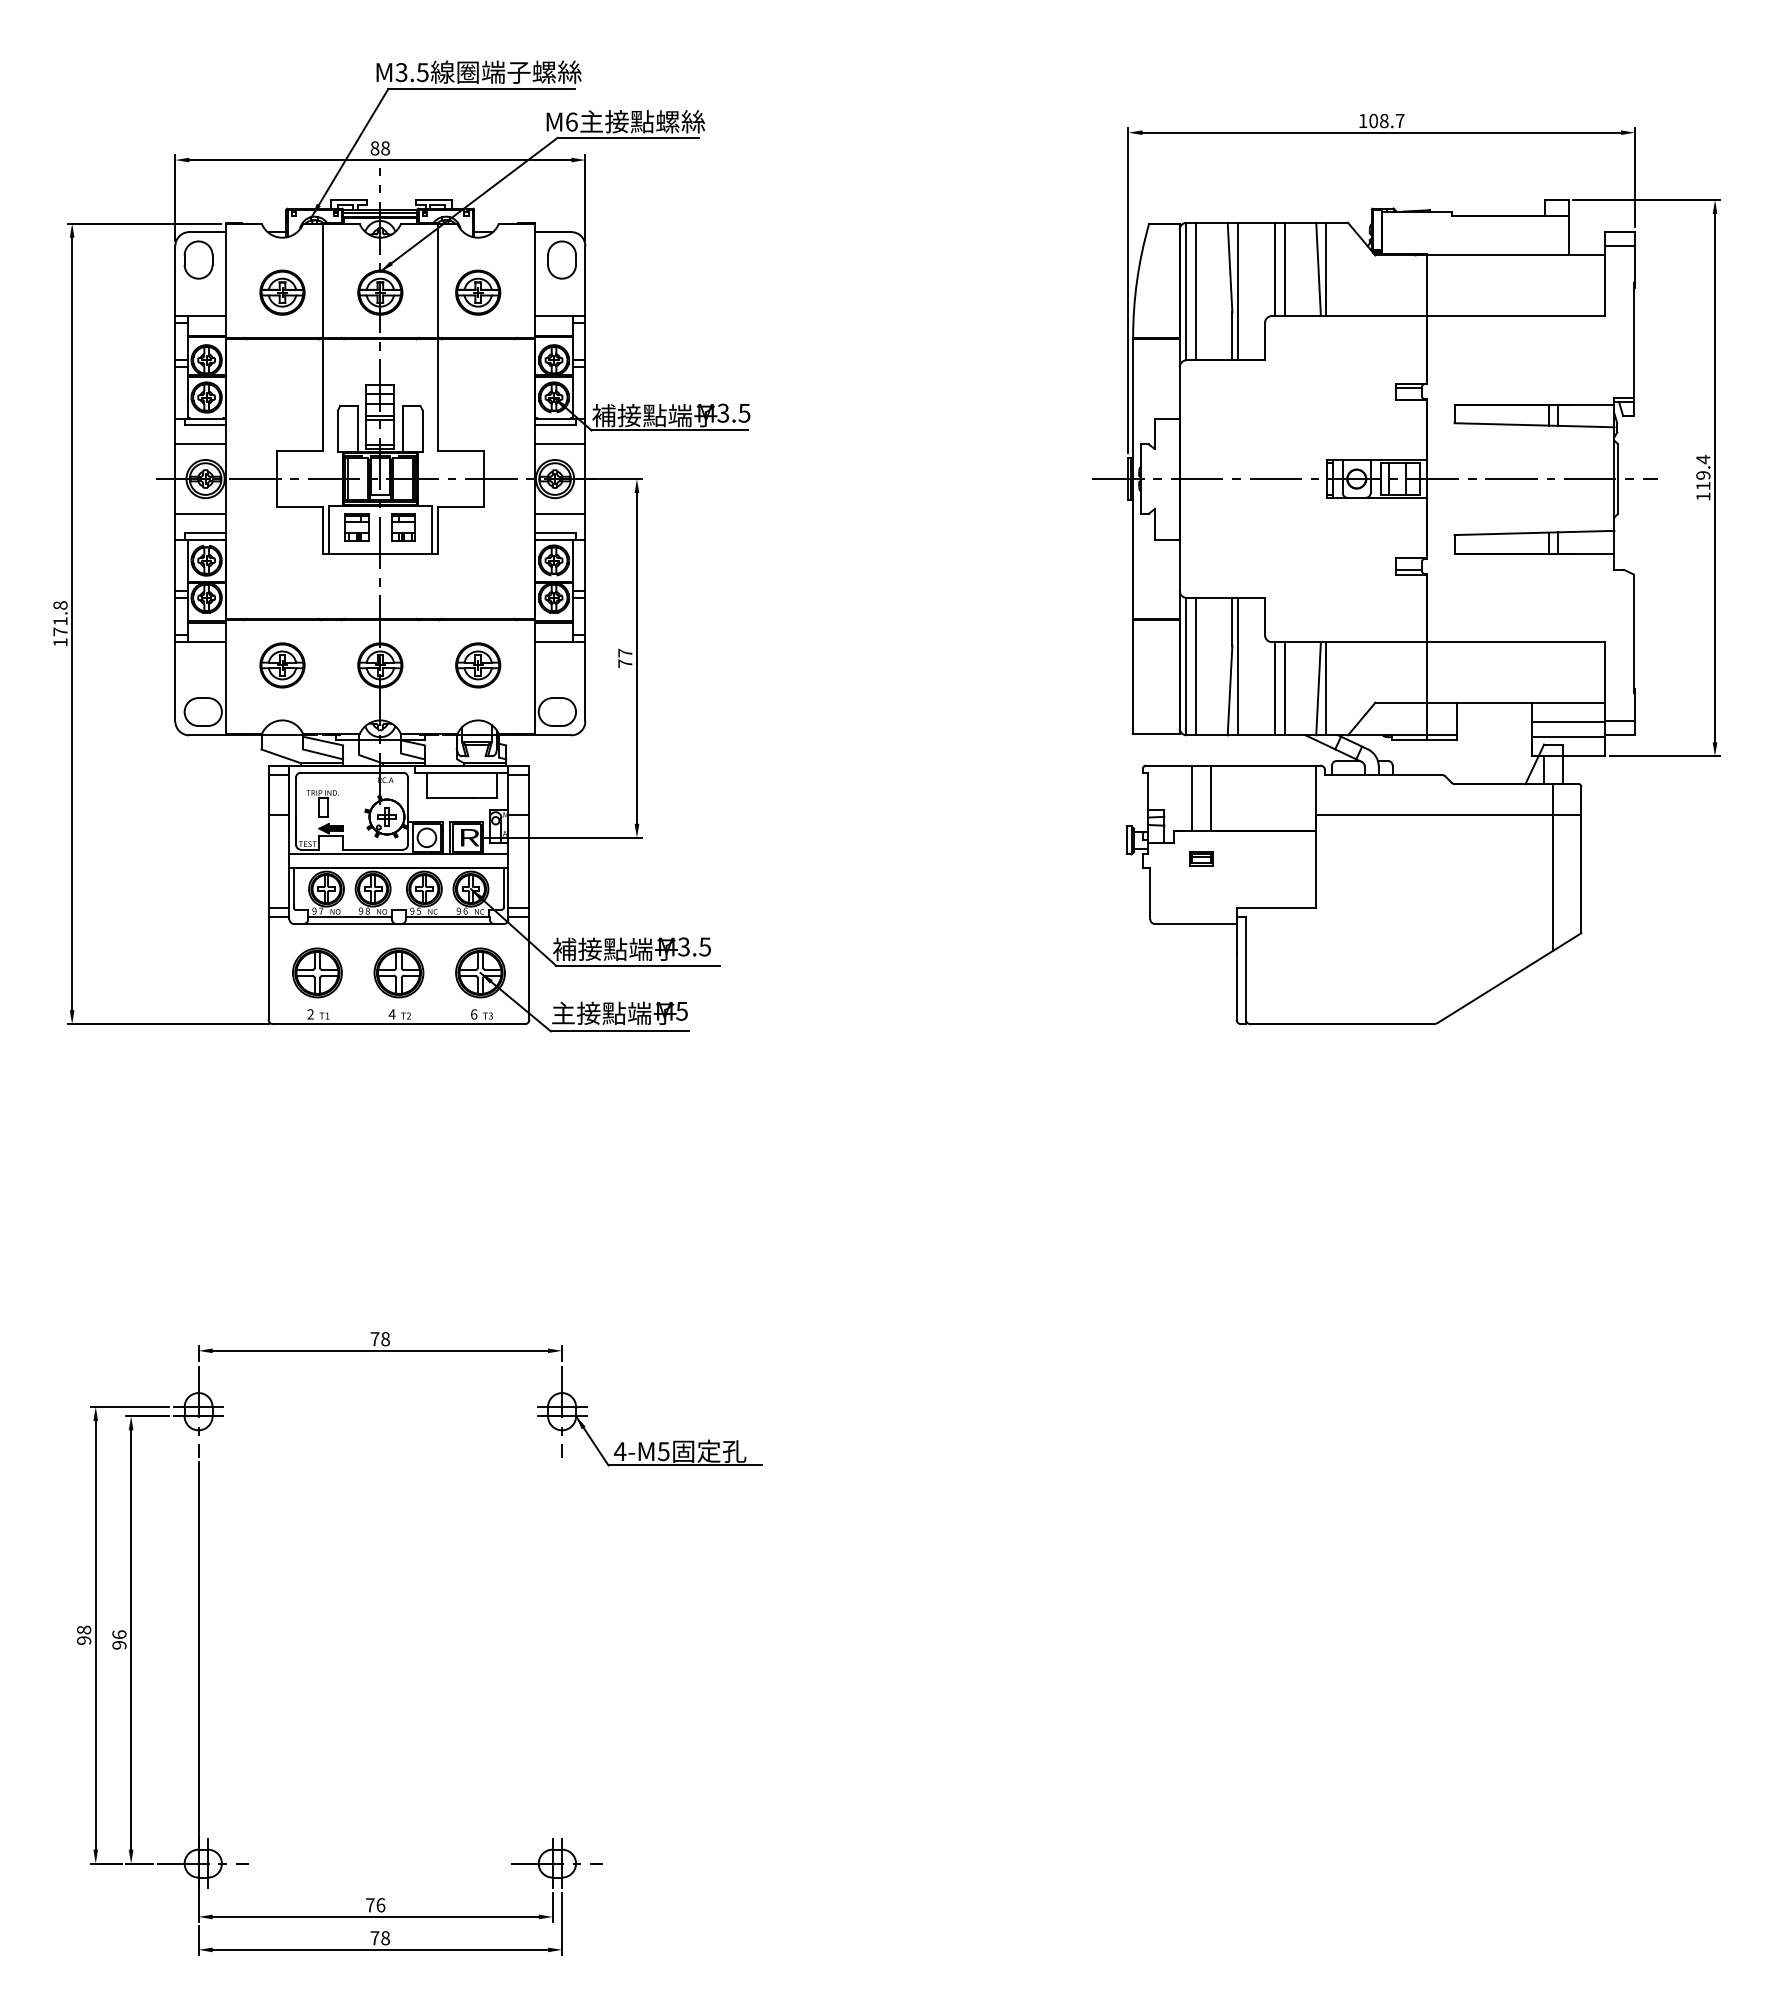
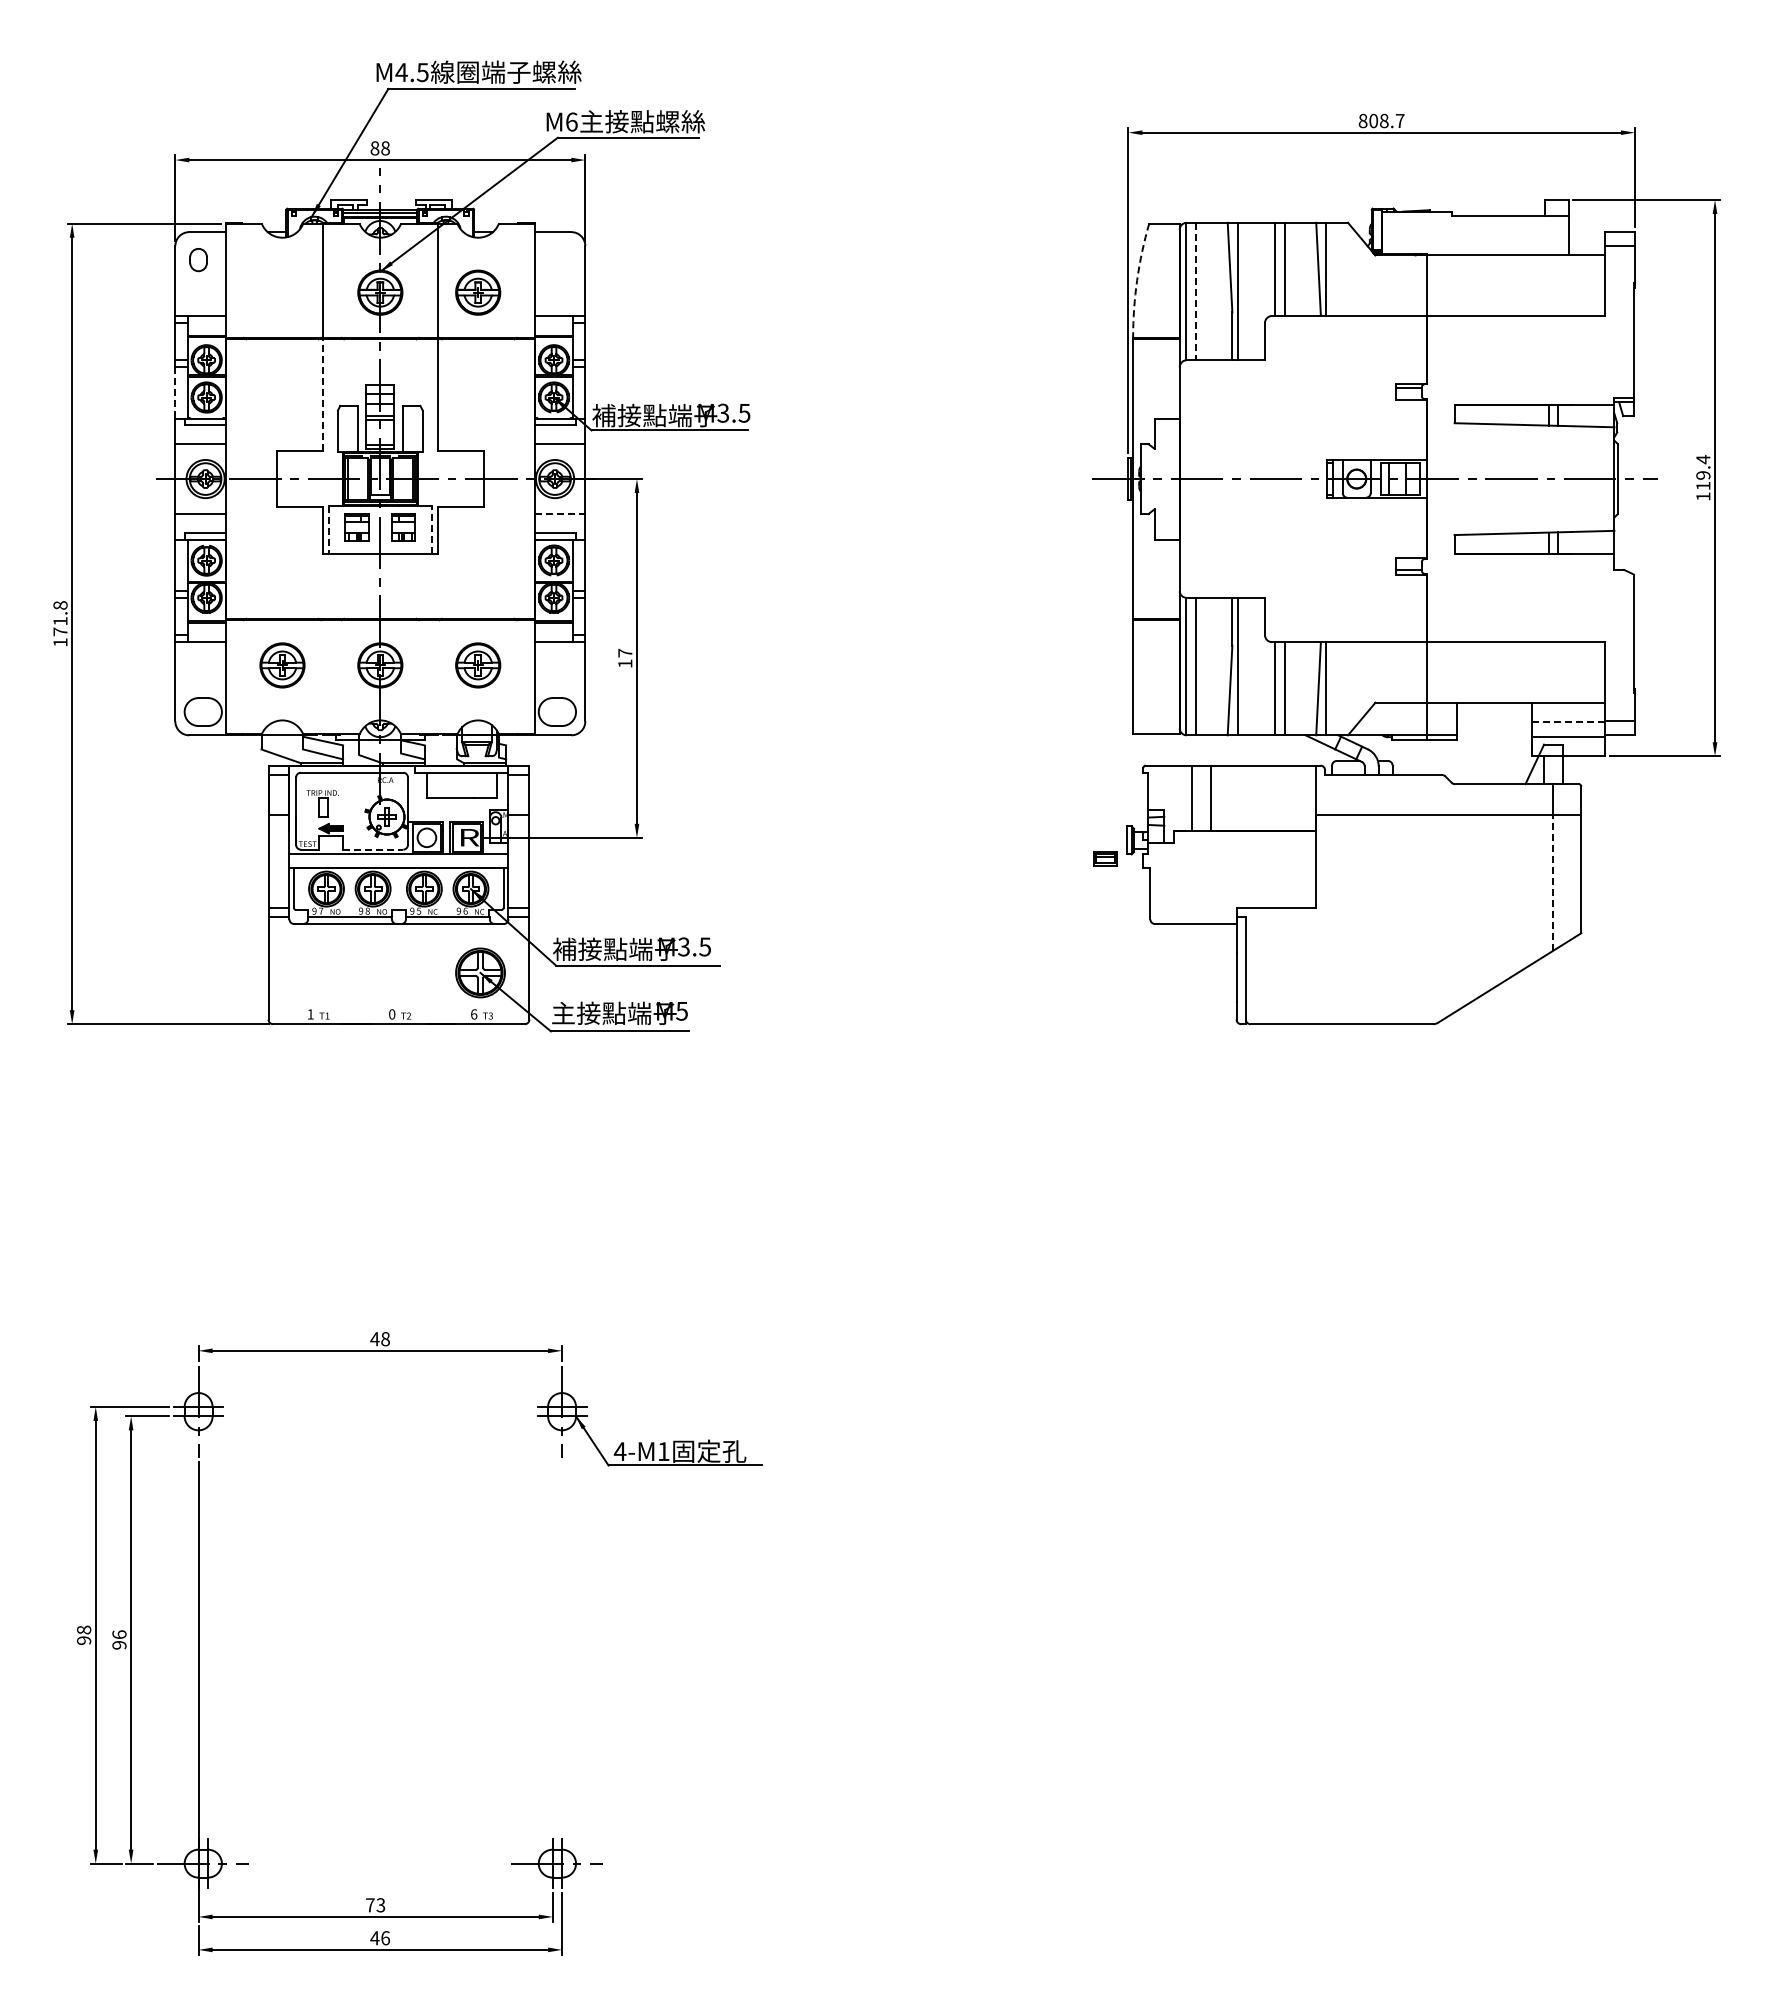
text at (401, 72): M3.5 -> M4.5
text at (1362, 120): 108.7 -> 808.7
part at (198, 259) size: 31x40 px -> 19x25 px
part at (561, 259): present -> none
arc at (1137, 280): solid -> dashed
line at (1196, 291): solid -> dashed
part at (282, 292): present -> none
line at (175, 392): solid -> dashed
line at (322, 395): solid -> dashed
line at (560, 514): solid -> dashed
line at (328, 529): solid -> dashed
line at (432, 529): solid -> dashed
text at (625, 663): 77 -> 17
line at (1568, 721): solid -> dashed
line at (373, 849): solid -> dashed
part at (1201, 858) position: (1201, 858) -> (1105, 858)
line at (1553, 882): solid -> dashed
part at (317, 972): present -> none
part at (398, 972): present -> none
text at (310, 1014): 2 -> 1
text at (391, 1014): 4 -> 0
text at (374, 1339): 78 -> 48
text at (663, 1451): 4-M5 -> 4-M1
text at (380, 1905): 76 -> 73
text at (380, 1938): 78 -> 46
